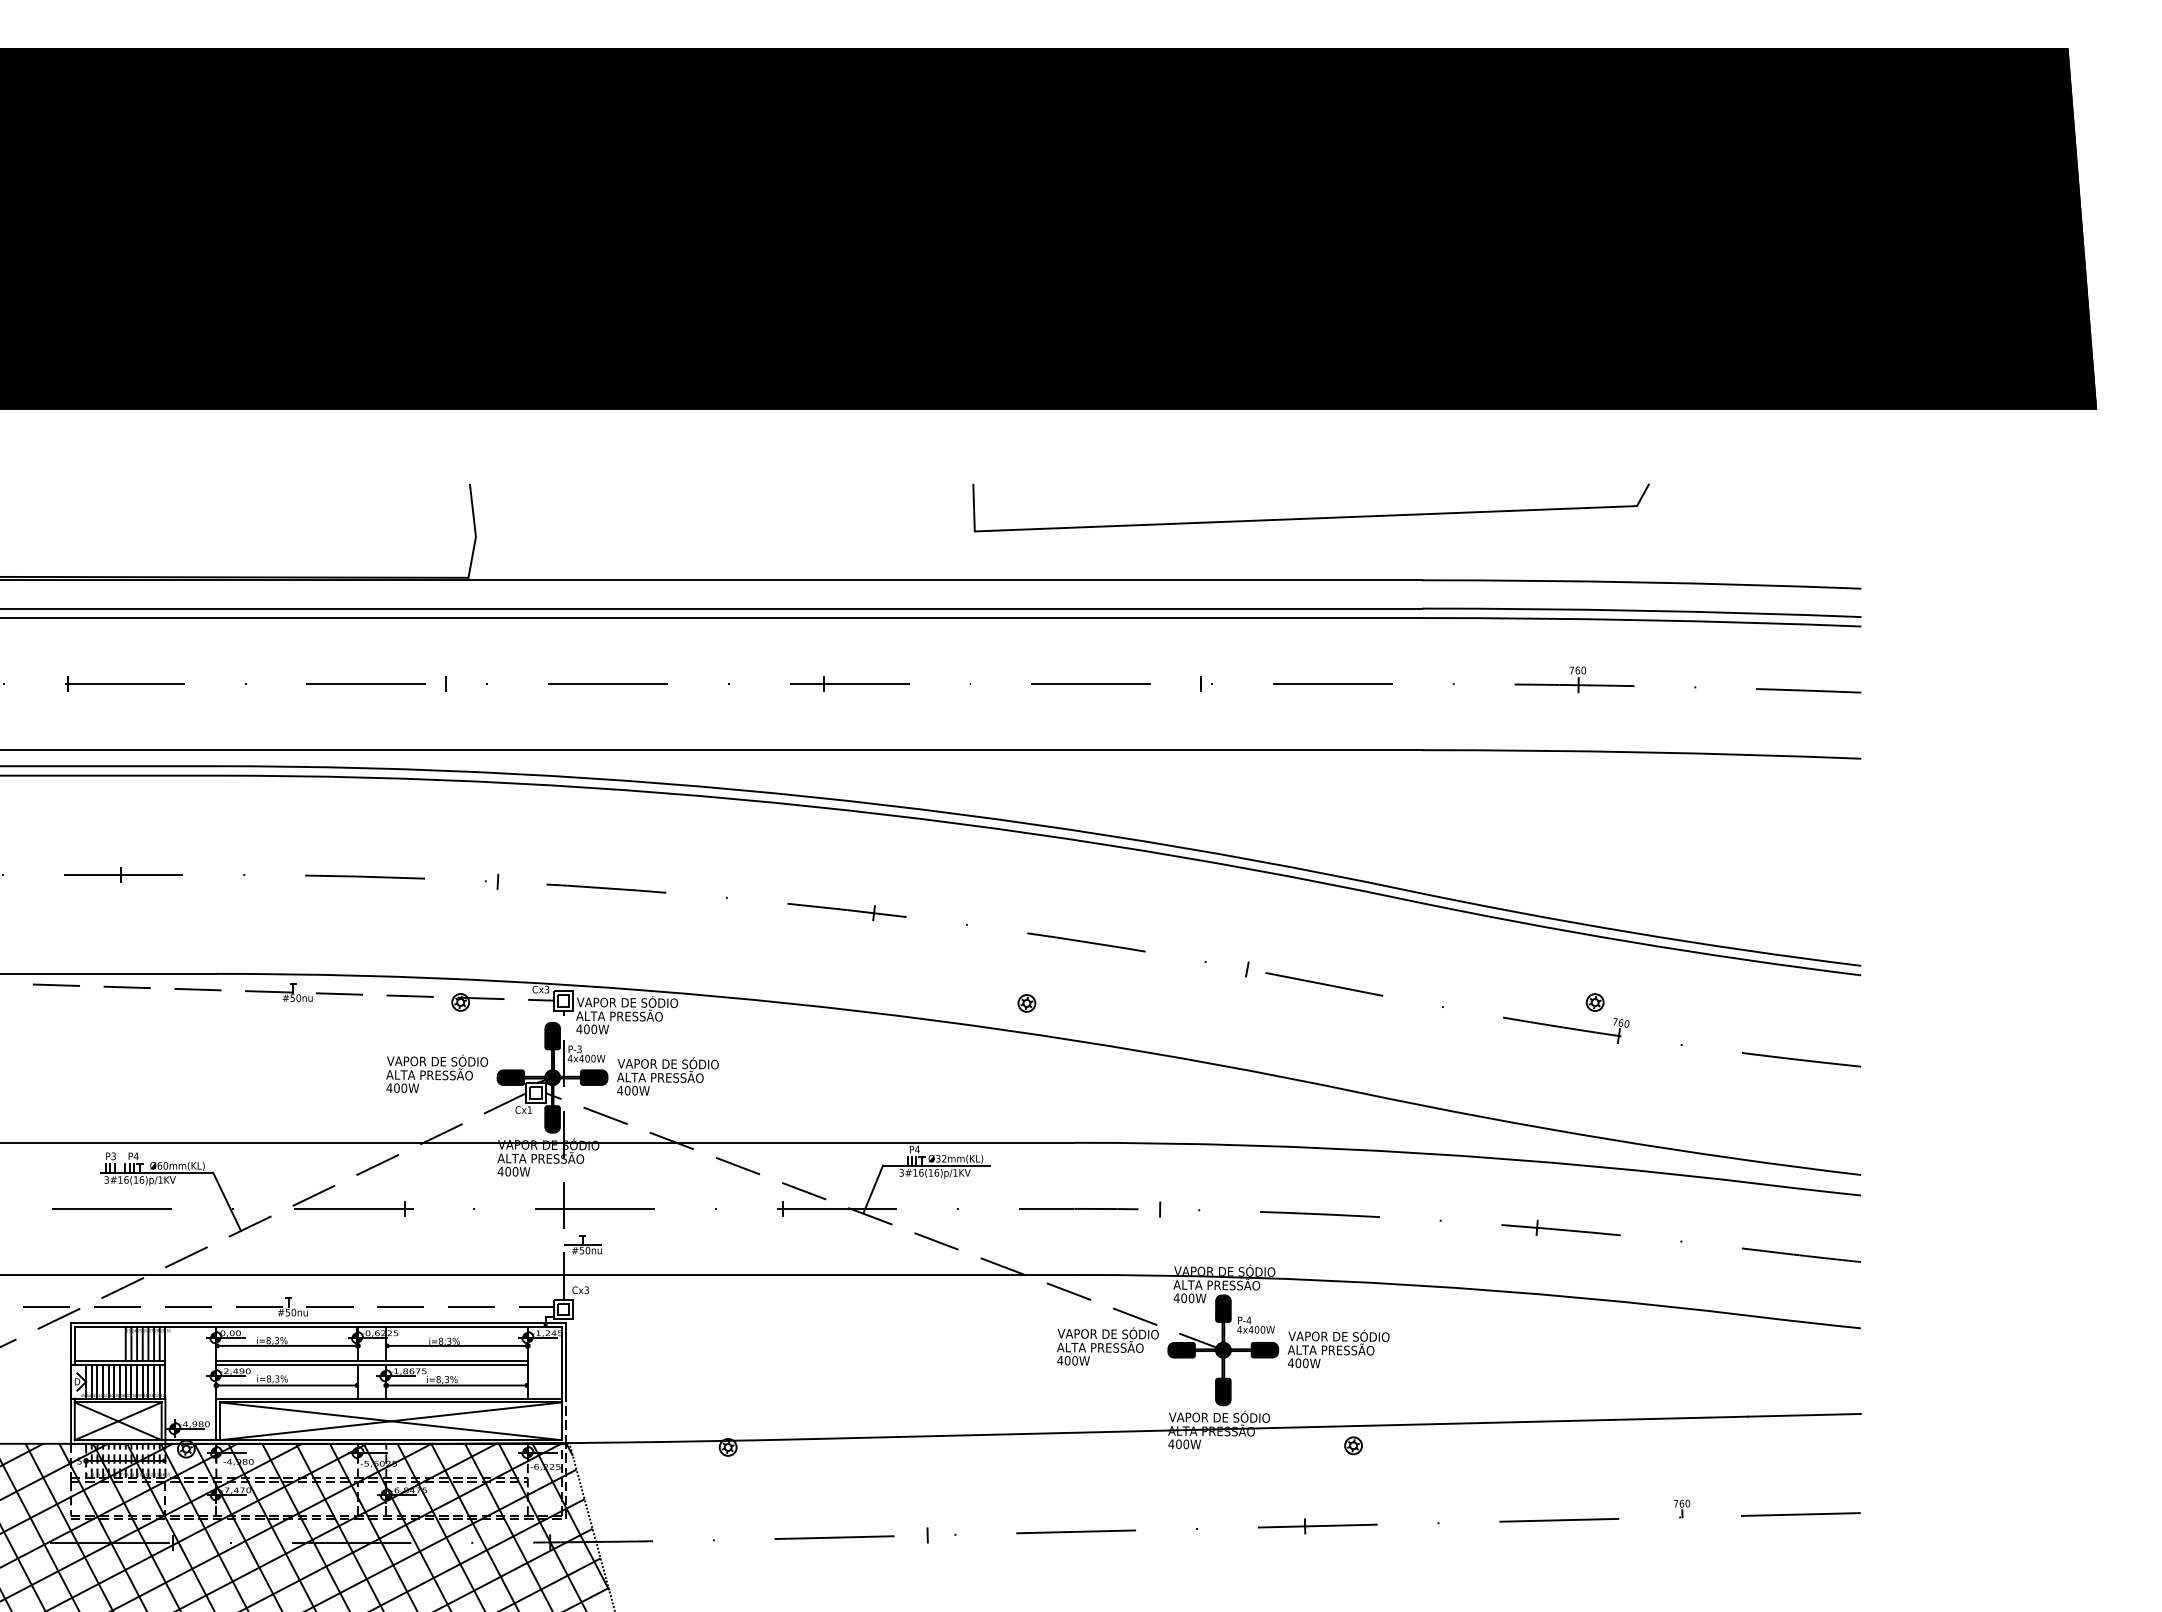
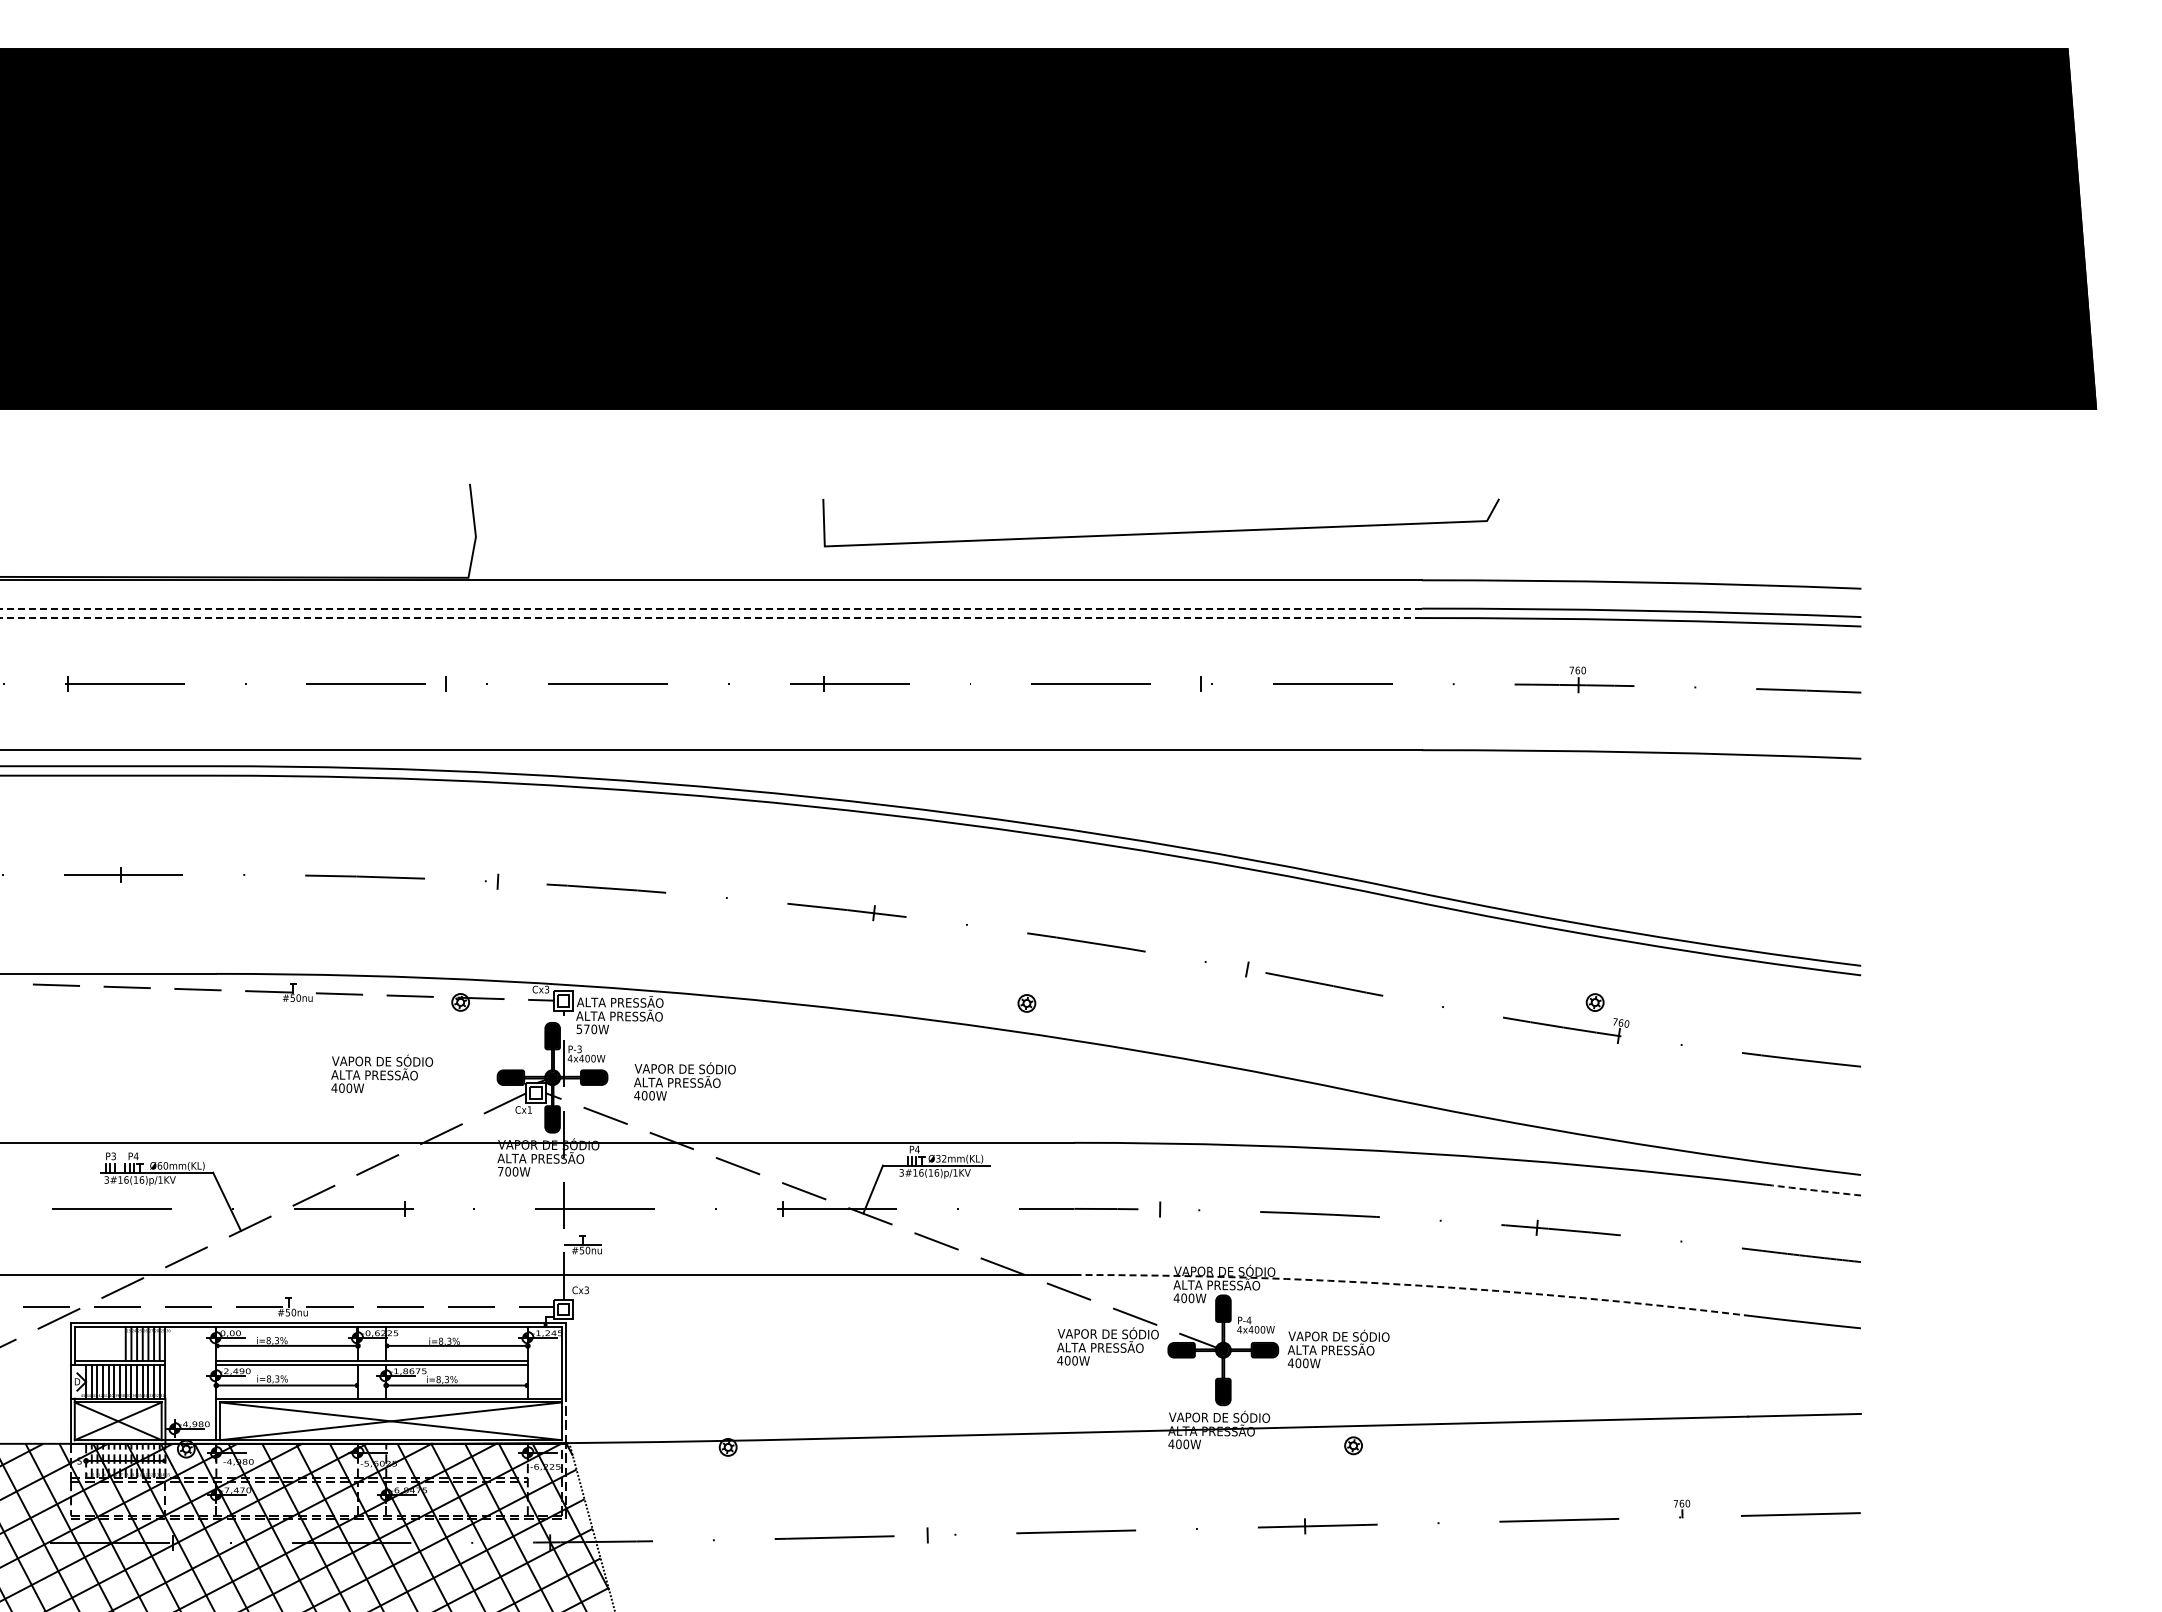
line at (1310, 517) position: (1310, 517) -> (1160, 532)
line at (711, 608): solid -> dashed
line at (711, 618): solid -> dashed
text at (627, 1001): VAPOR DE SÓDIO -> ALTA PRESSÃO
text at (582, 1029): 400W -> 570W
text at (437, 1073) position: (437, 1073) -> (382, 1073)
text at (667, 1076) position: (667, 1076) -> (684, 1081)
text at (500, 1171): 400W -> 700W
arc at (1813, 1190): solid -> dashed
arc at (1413, 1285): solid -> dashed
